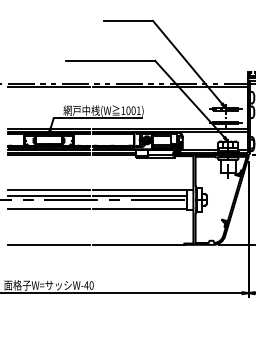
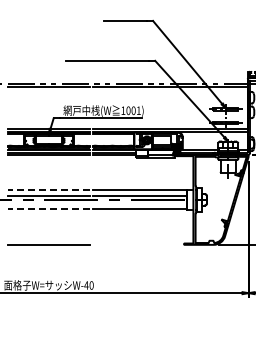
line at (48, 190): solid -> dashed
line at (48, 208): solid -> dashed
line at (138, 244): present -> none
